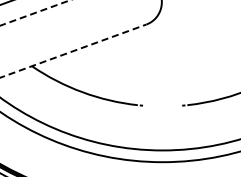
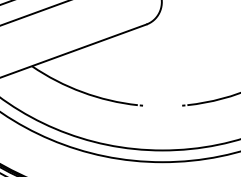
line at (35, 13): dashed -> solid
line at (73, 51): dashed -> solid
